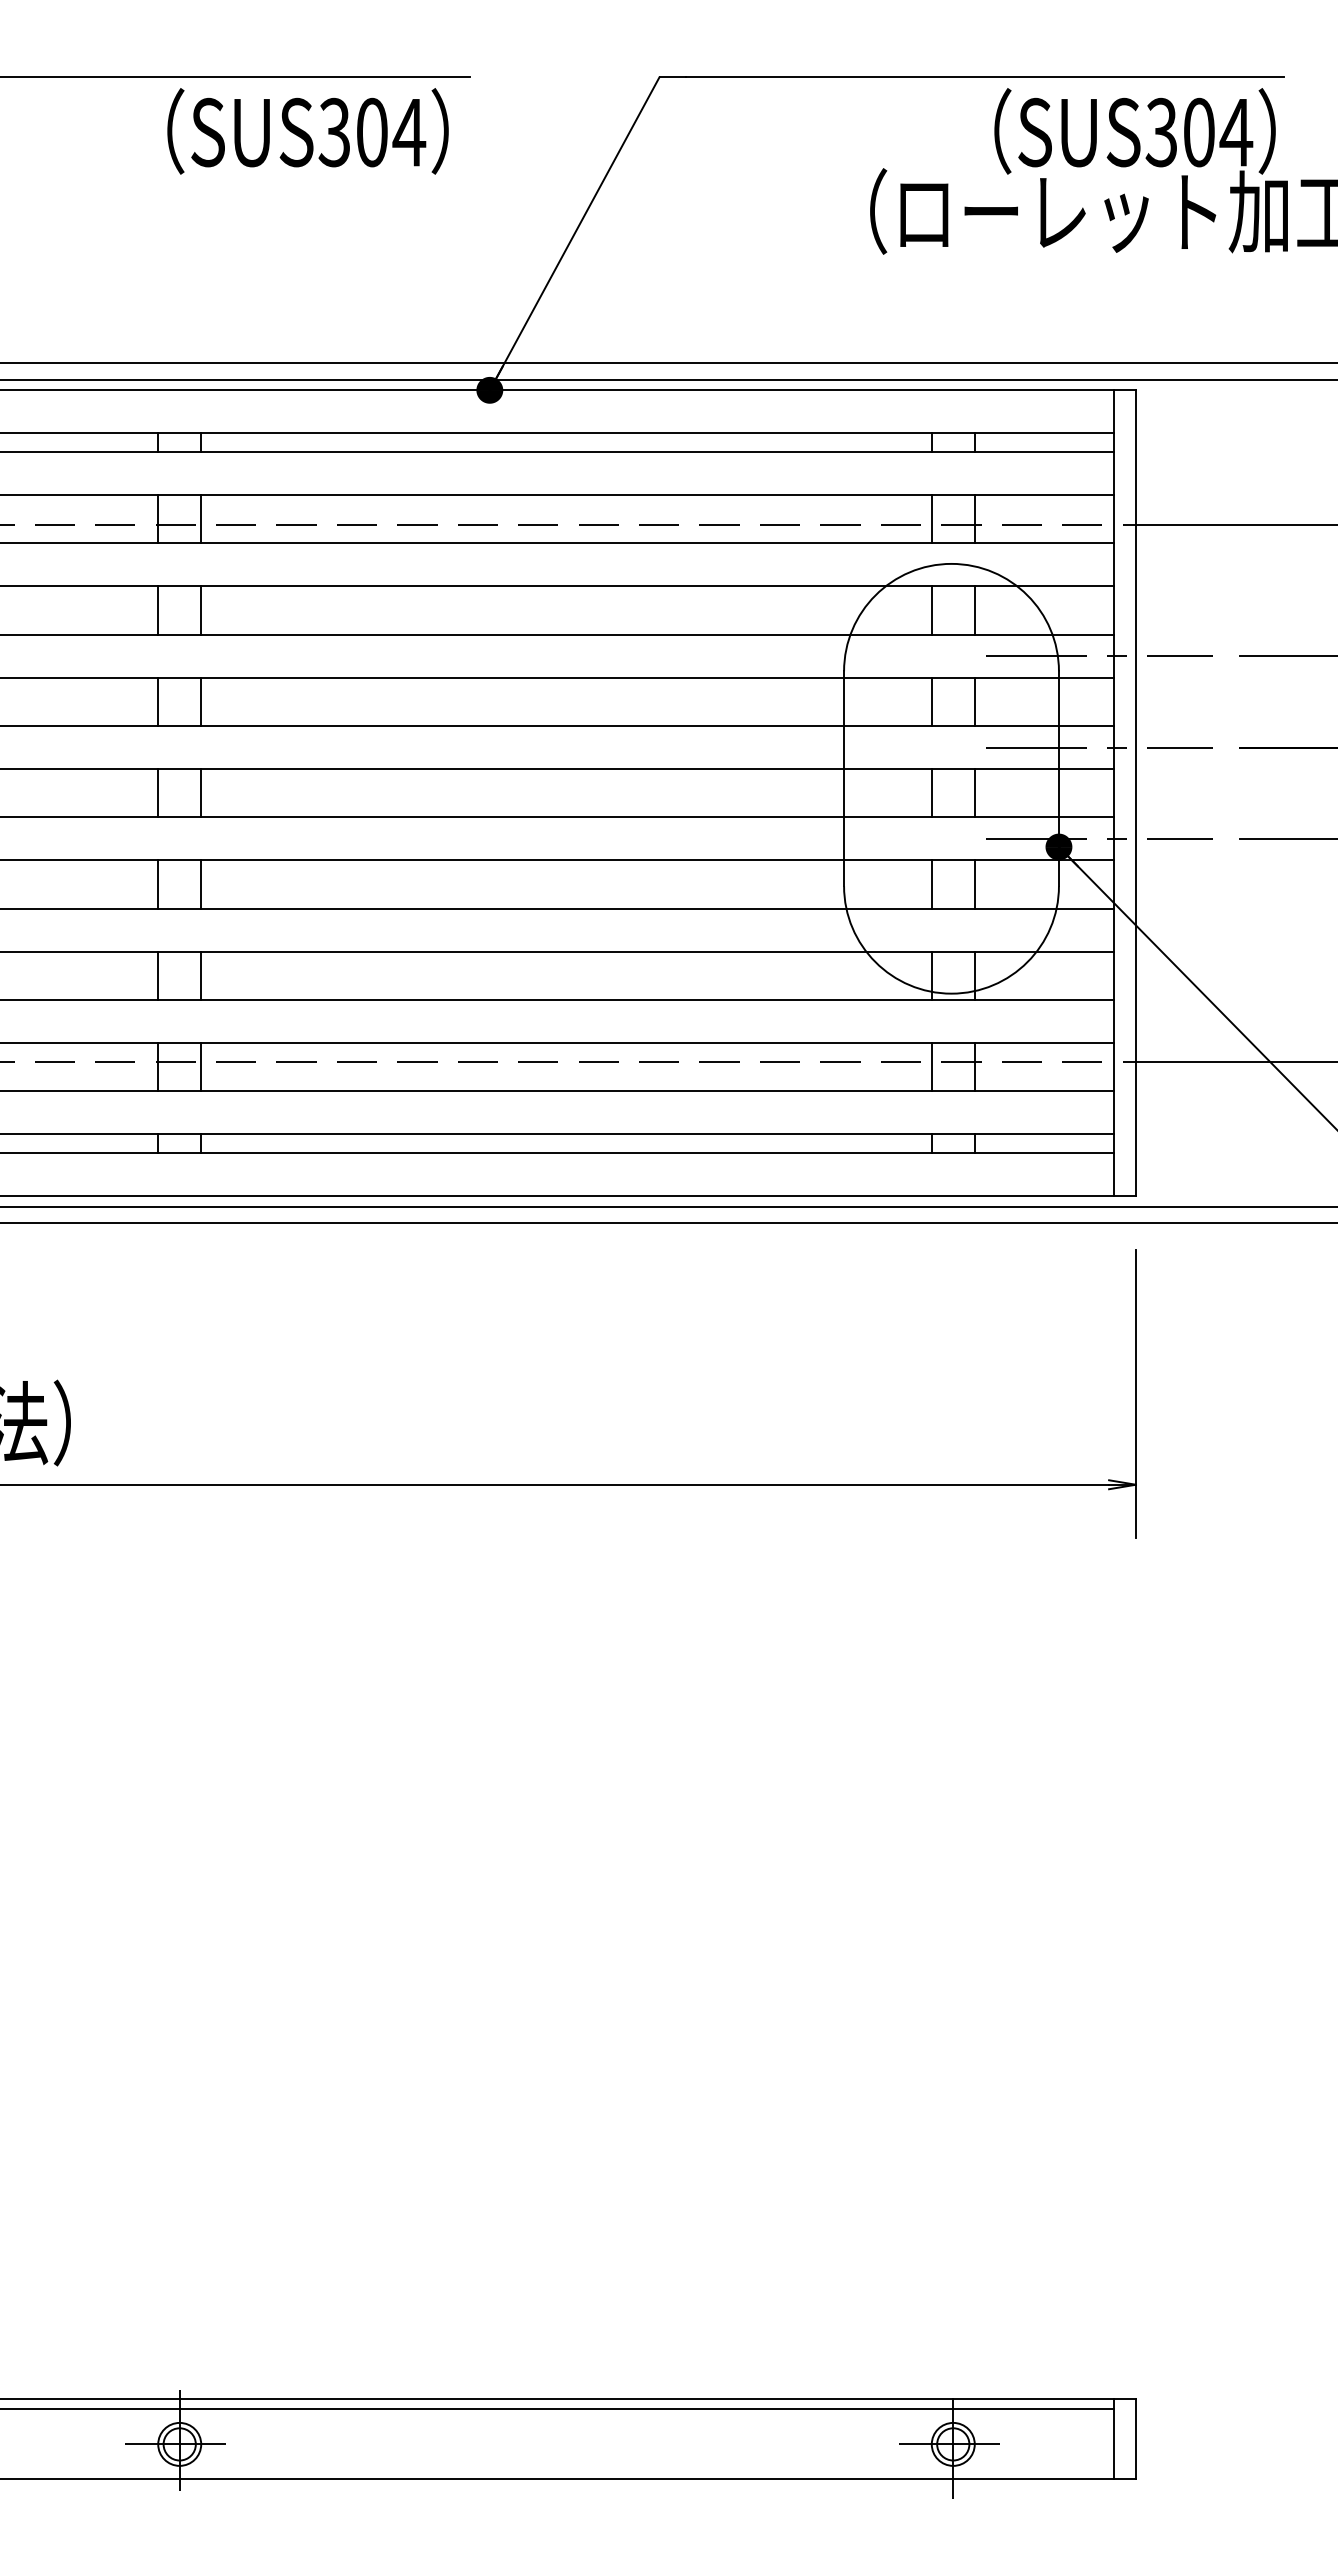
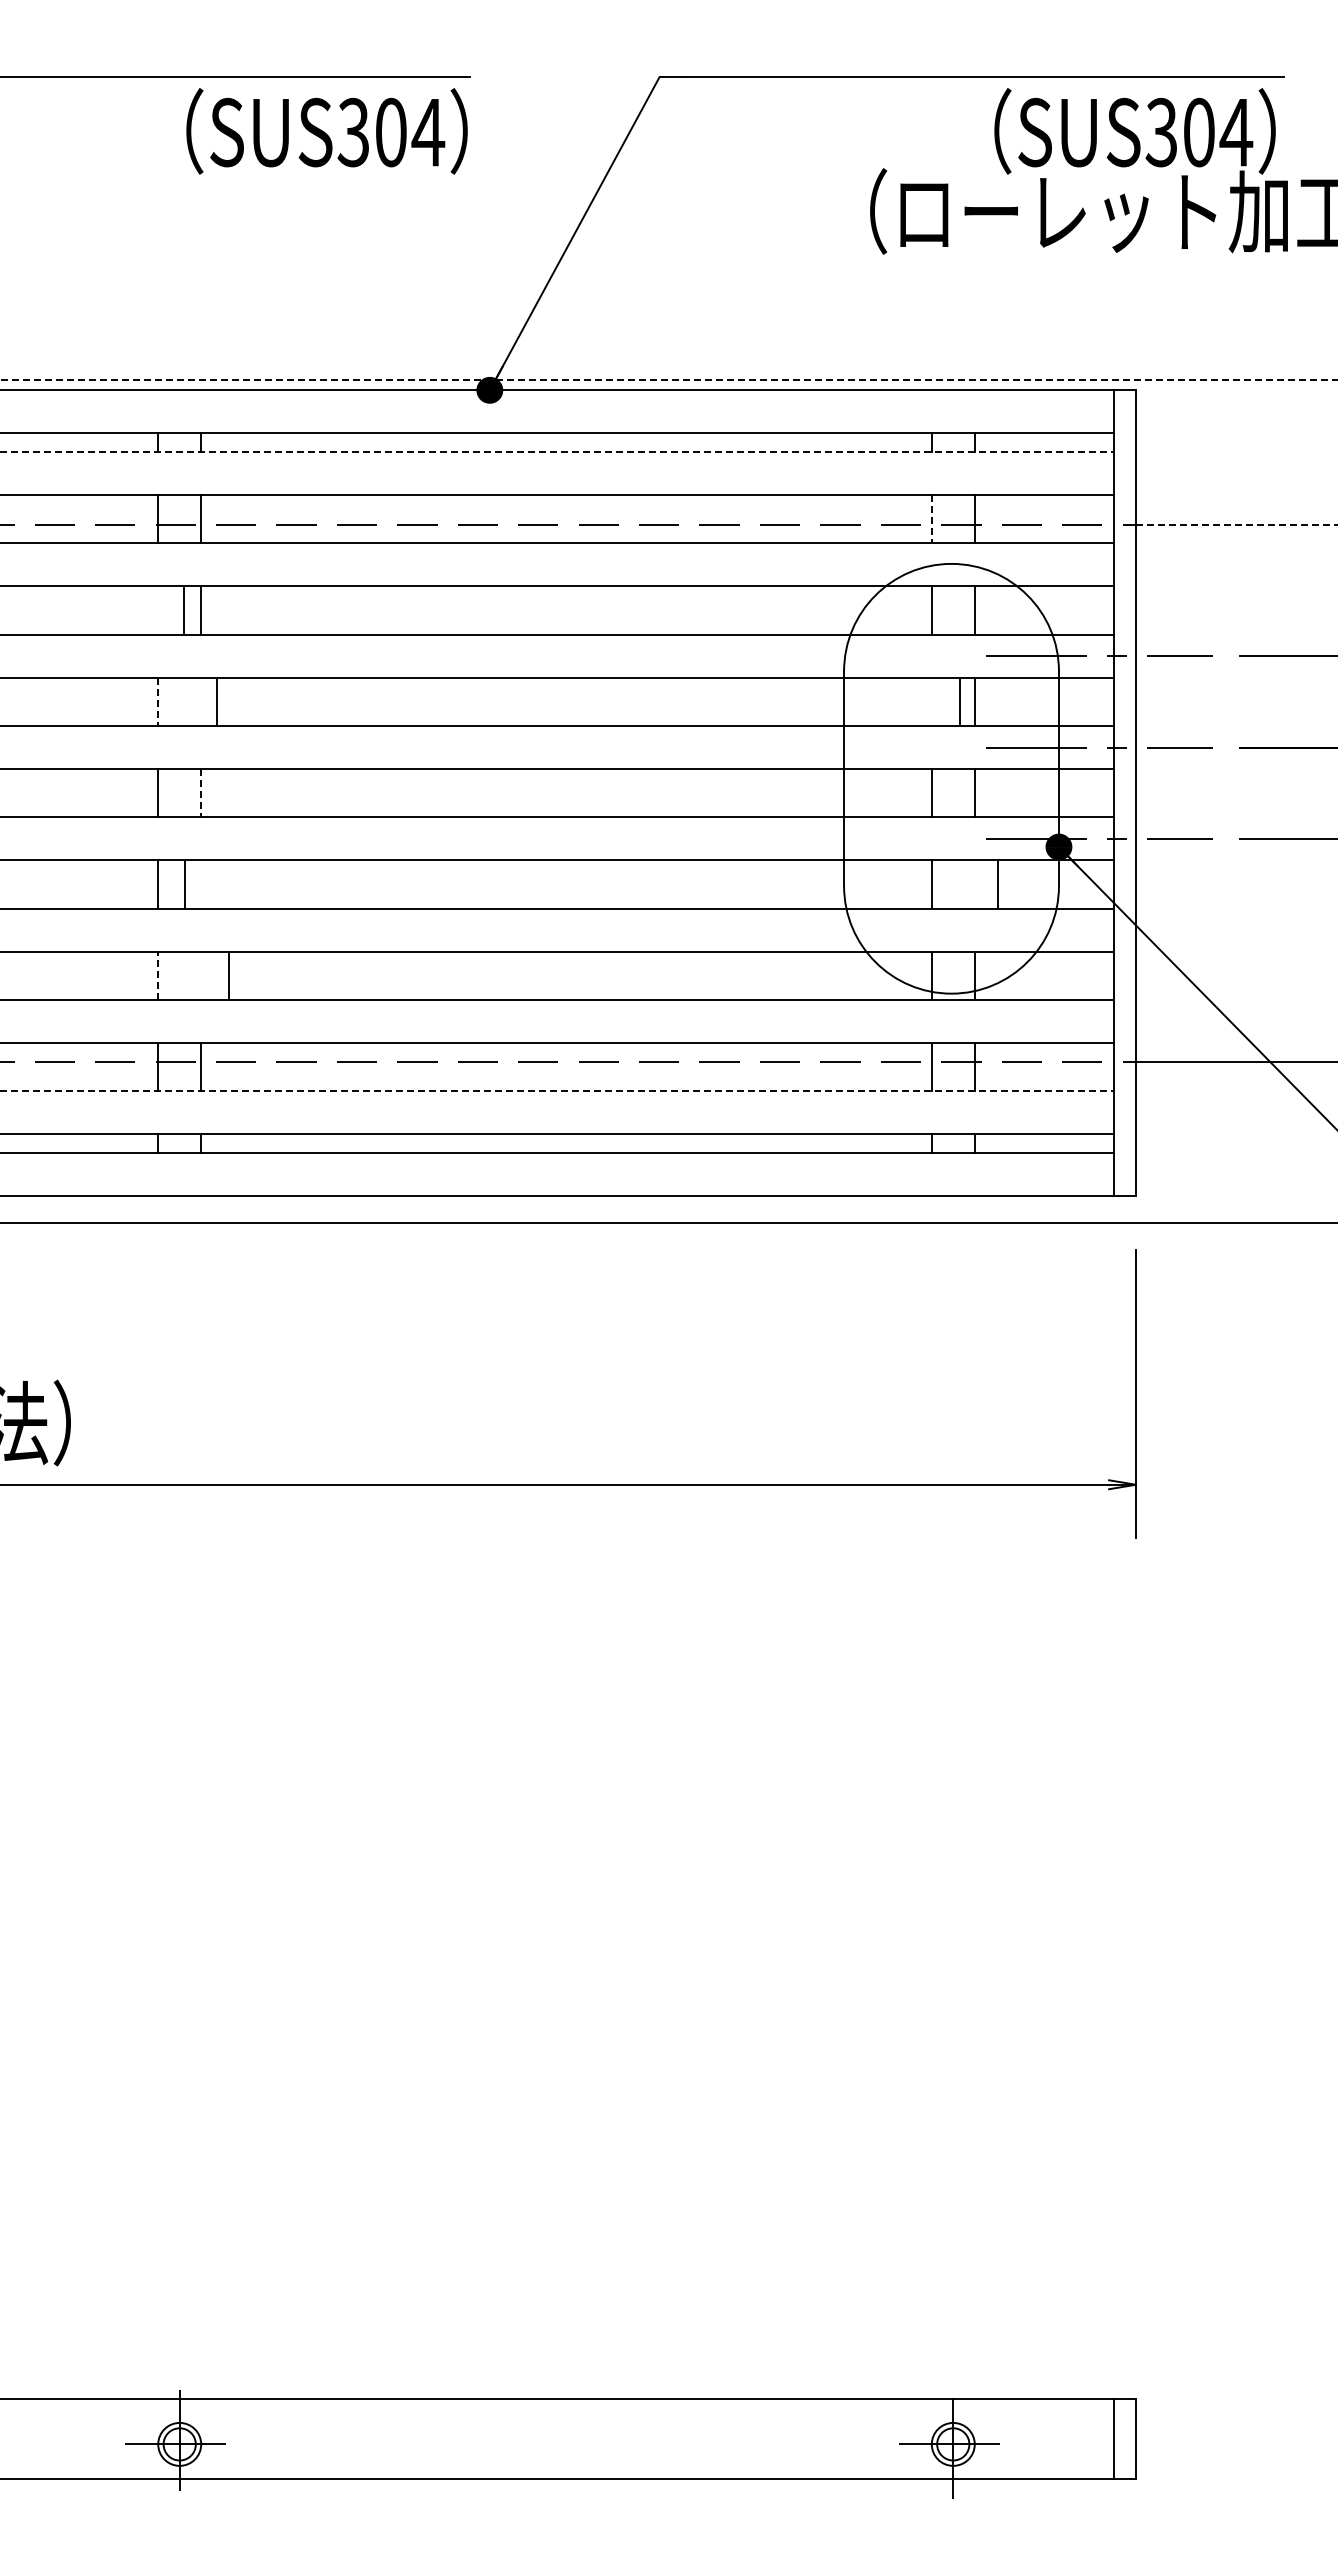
text at (307, 131) position: (307, 131) -> (326, 131)
line at (668, 363): present -> none
line at (669, 379): solid -> dashed
line at (557, 452): solid -> dashed
line at (931, 519): solid -> dashed
line at (1236, 524): solid -> dashed
line at (158, 610) position: (158, 610) -> (184, 610)
line at (201, 701) position: (201, 701) -> (217, 701)
line at (931, 701) position: (931, 701) -> (959, 701)
line at (158, 702): solid -> dashed
line at (201, 793): solid -> dashed
line at (201, 884) position: (201, 884) -> (185, 884)
line at (974, 884) position: (974, 884) -> (997, 884)
line at (158, 975): solid -> dashed
line at (201, 975) position: (201, 975) -> (229, 975)
line at (557, 1091): solid -> dashed
line at (668, 1206): present -> none
line at (558, 2409): present -> none
